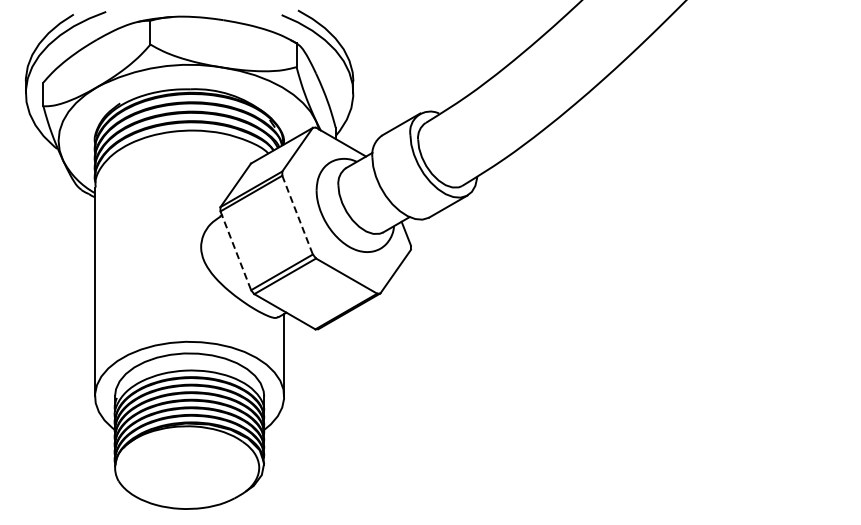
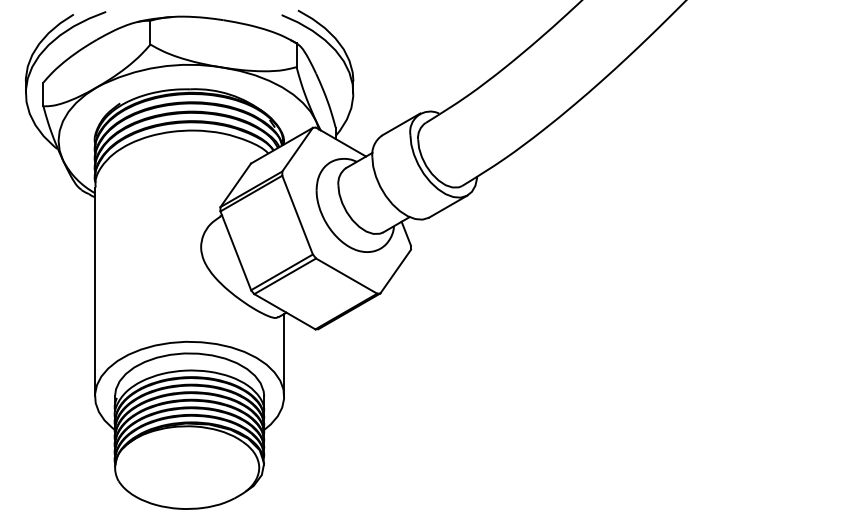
line at (297, 215): dashed -> solid
line at (236, 251): dashed -> solid
